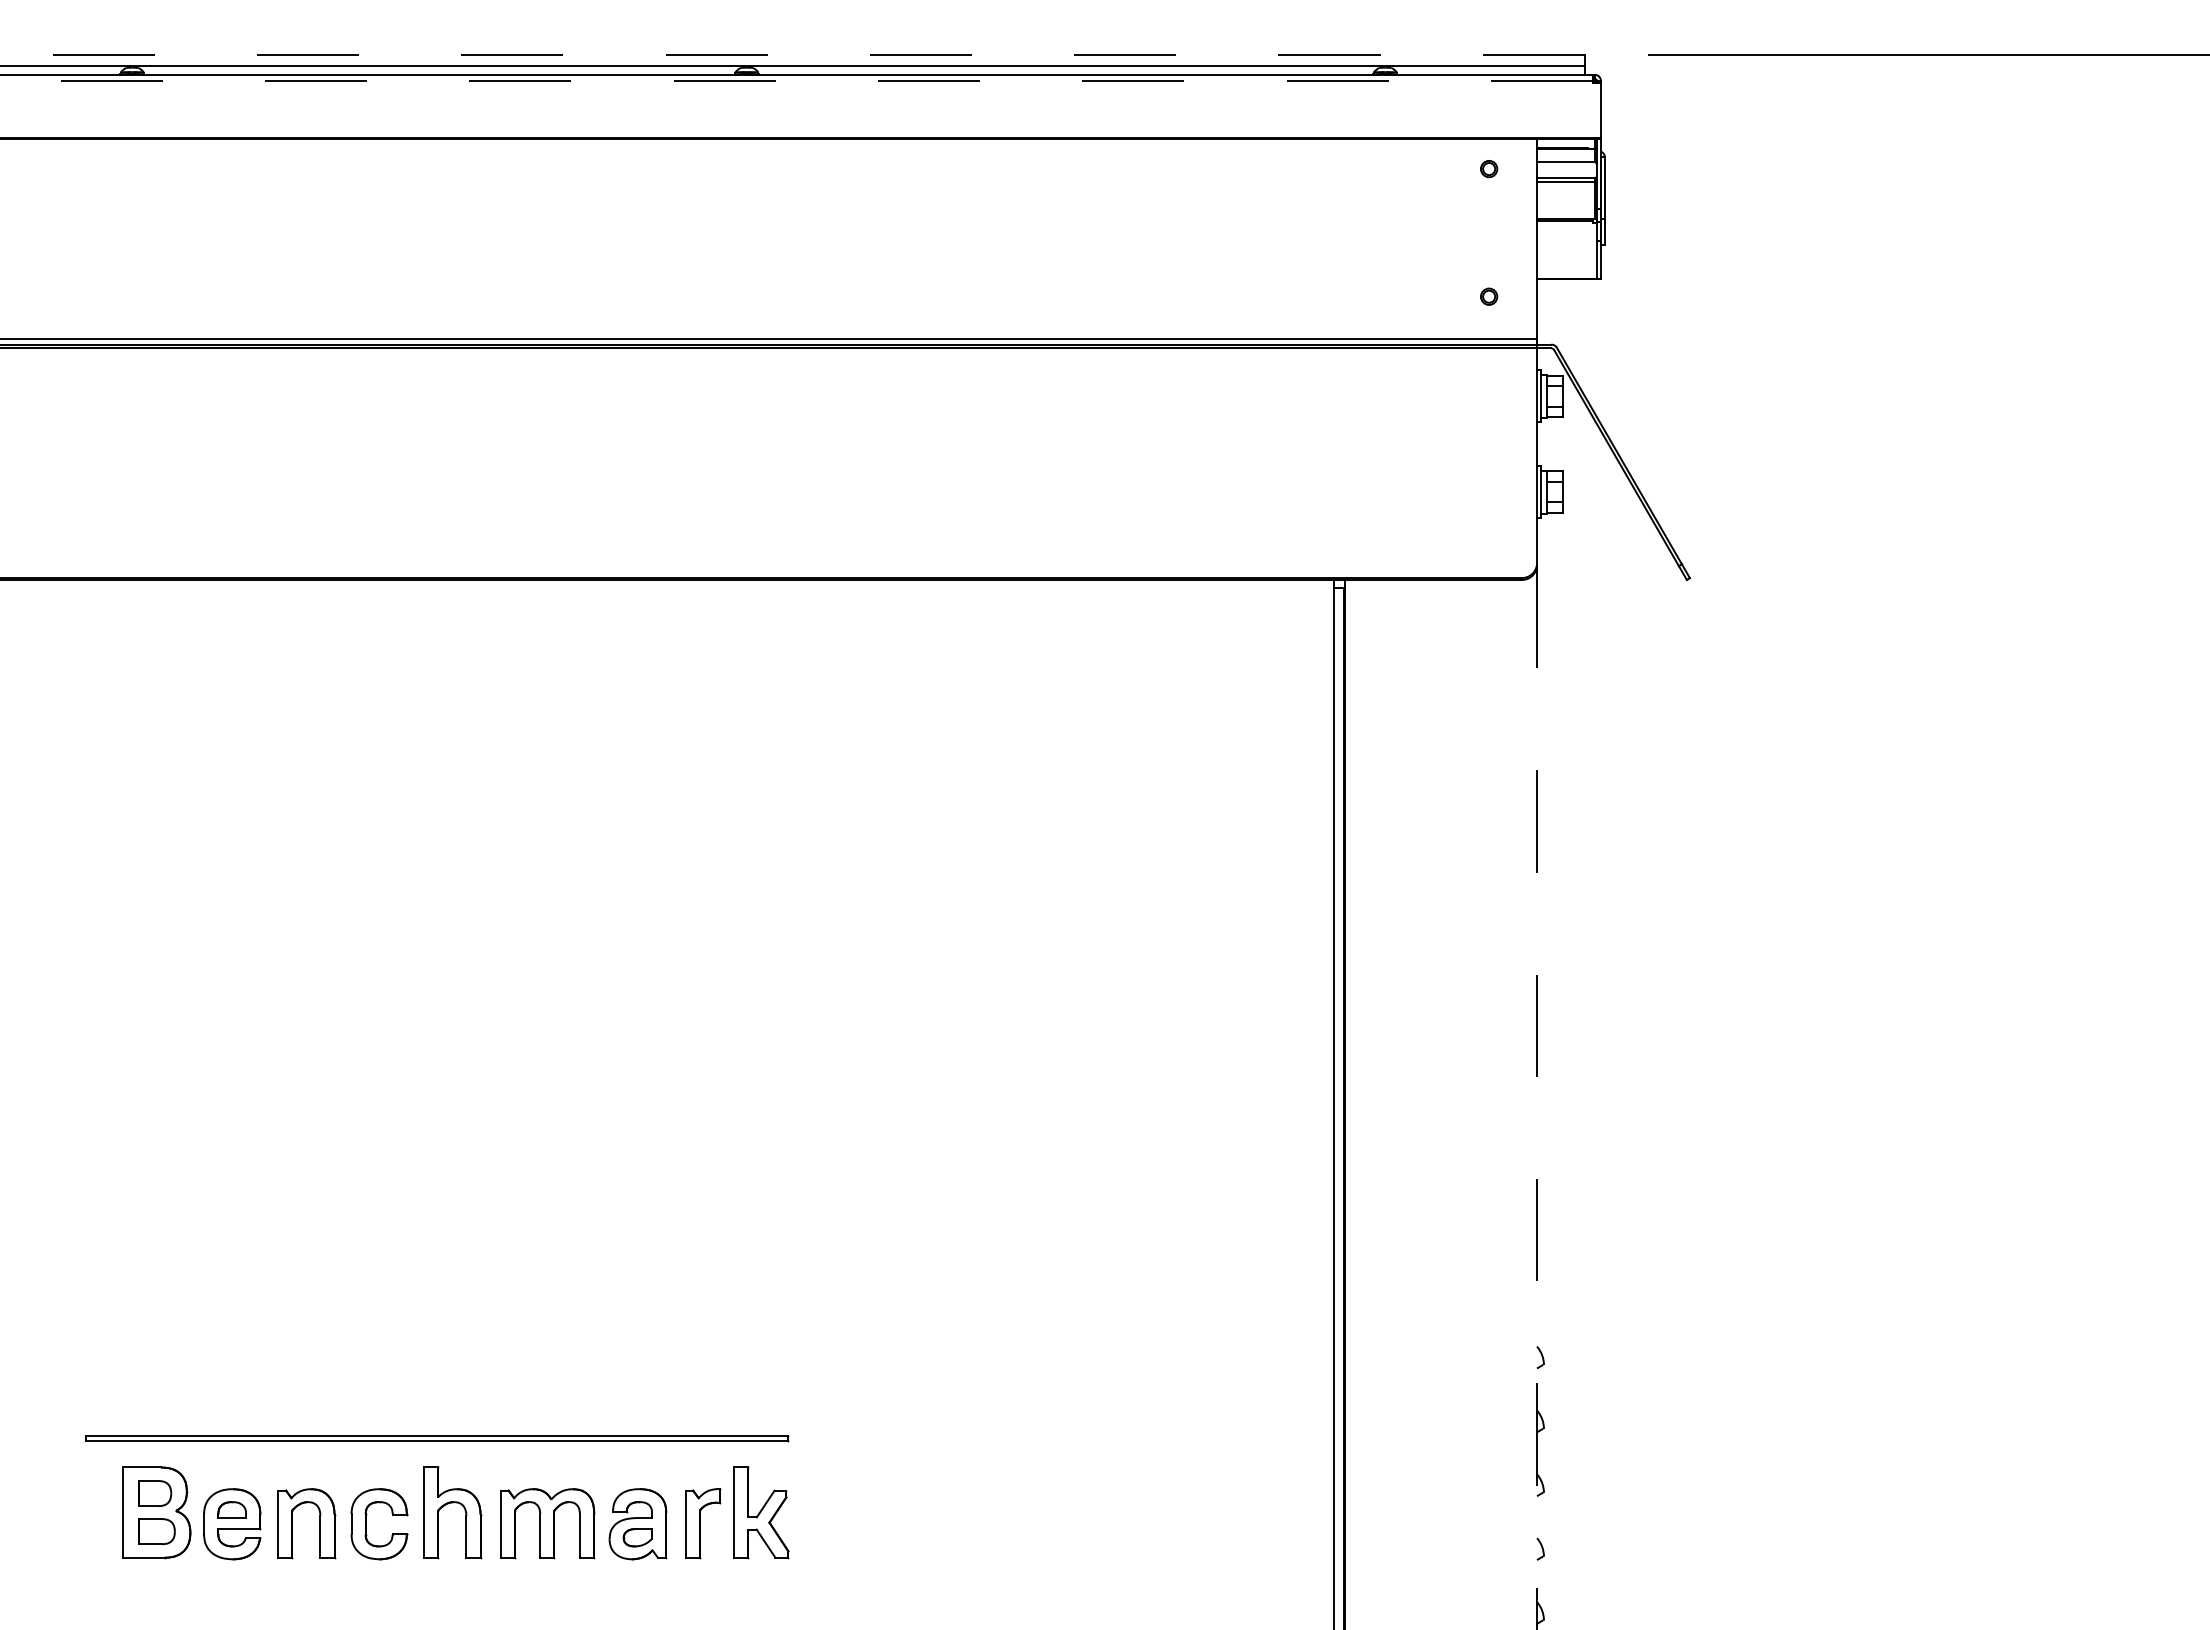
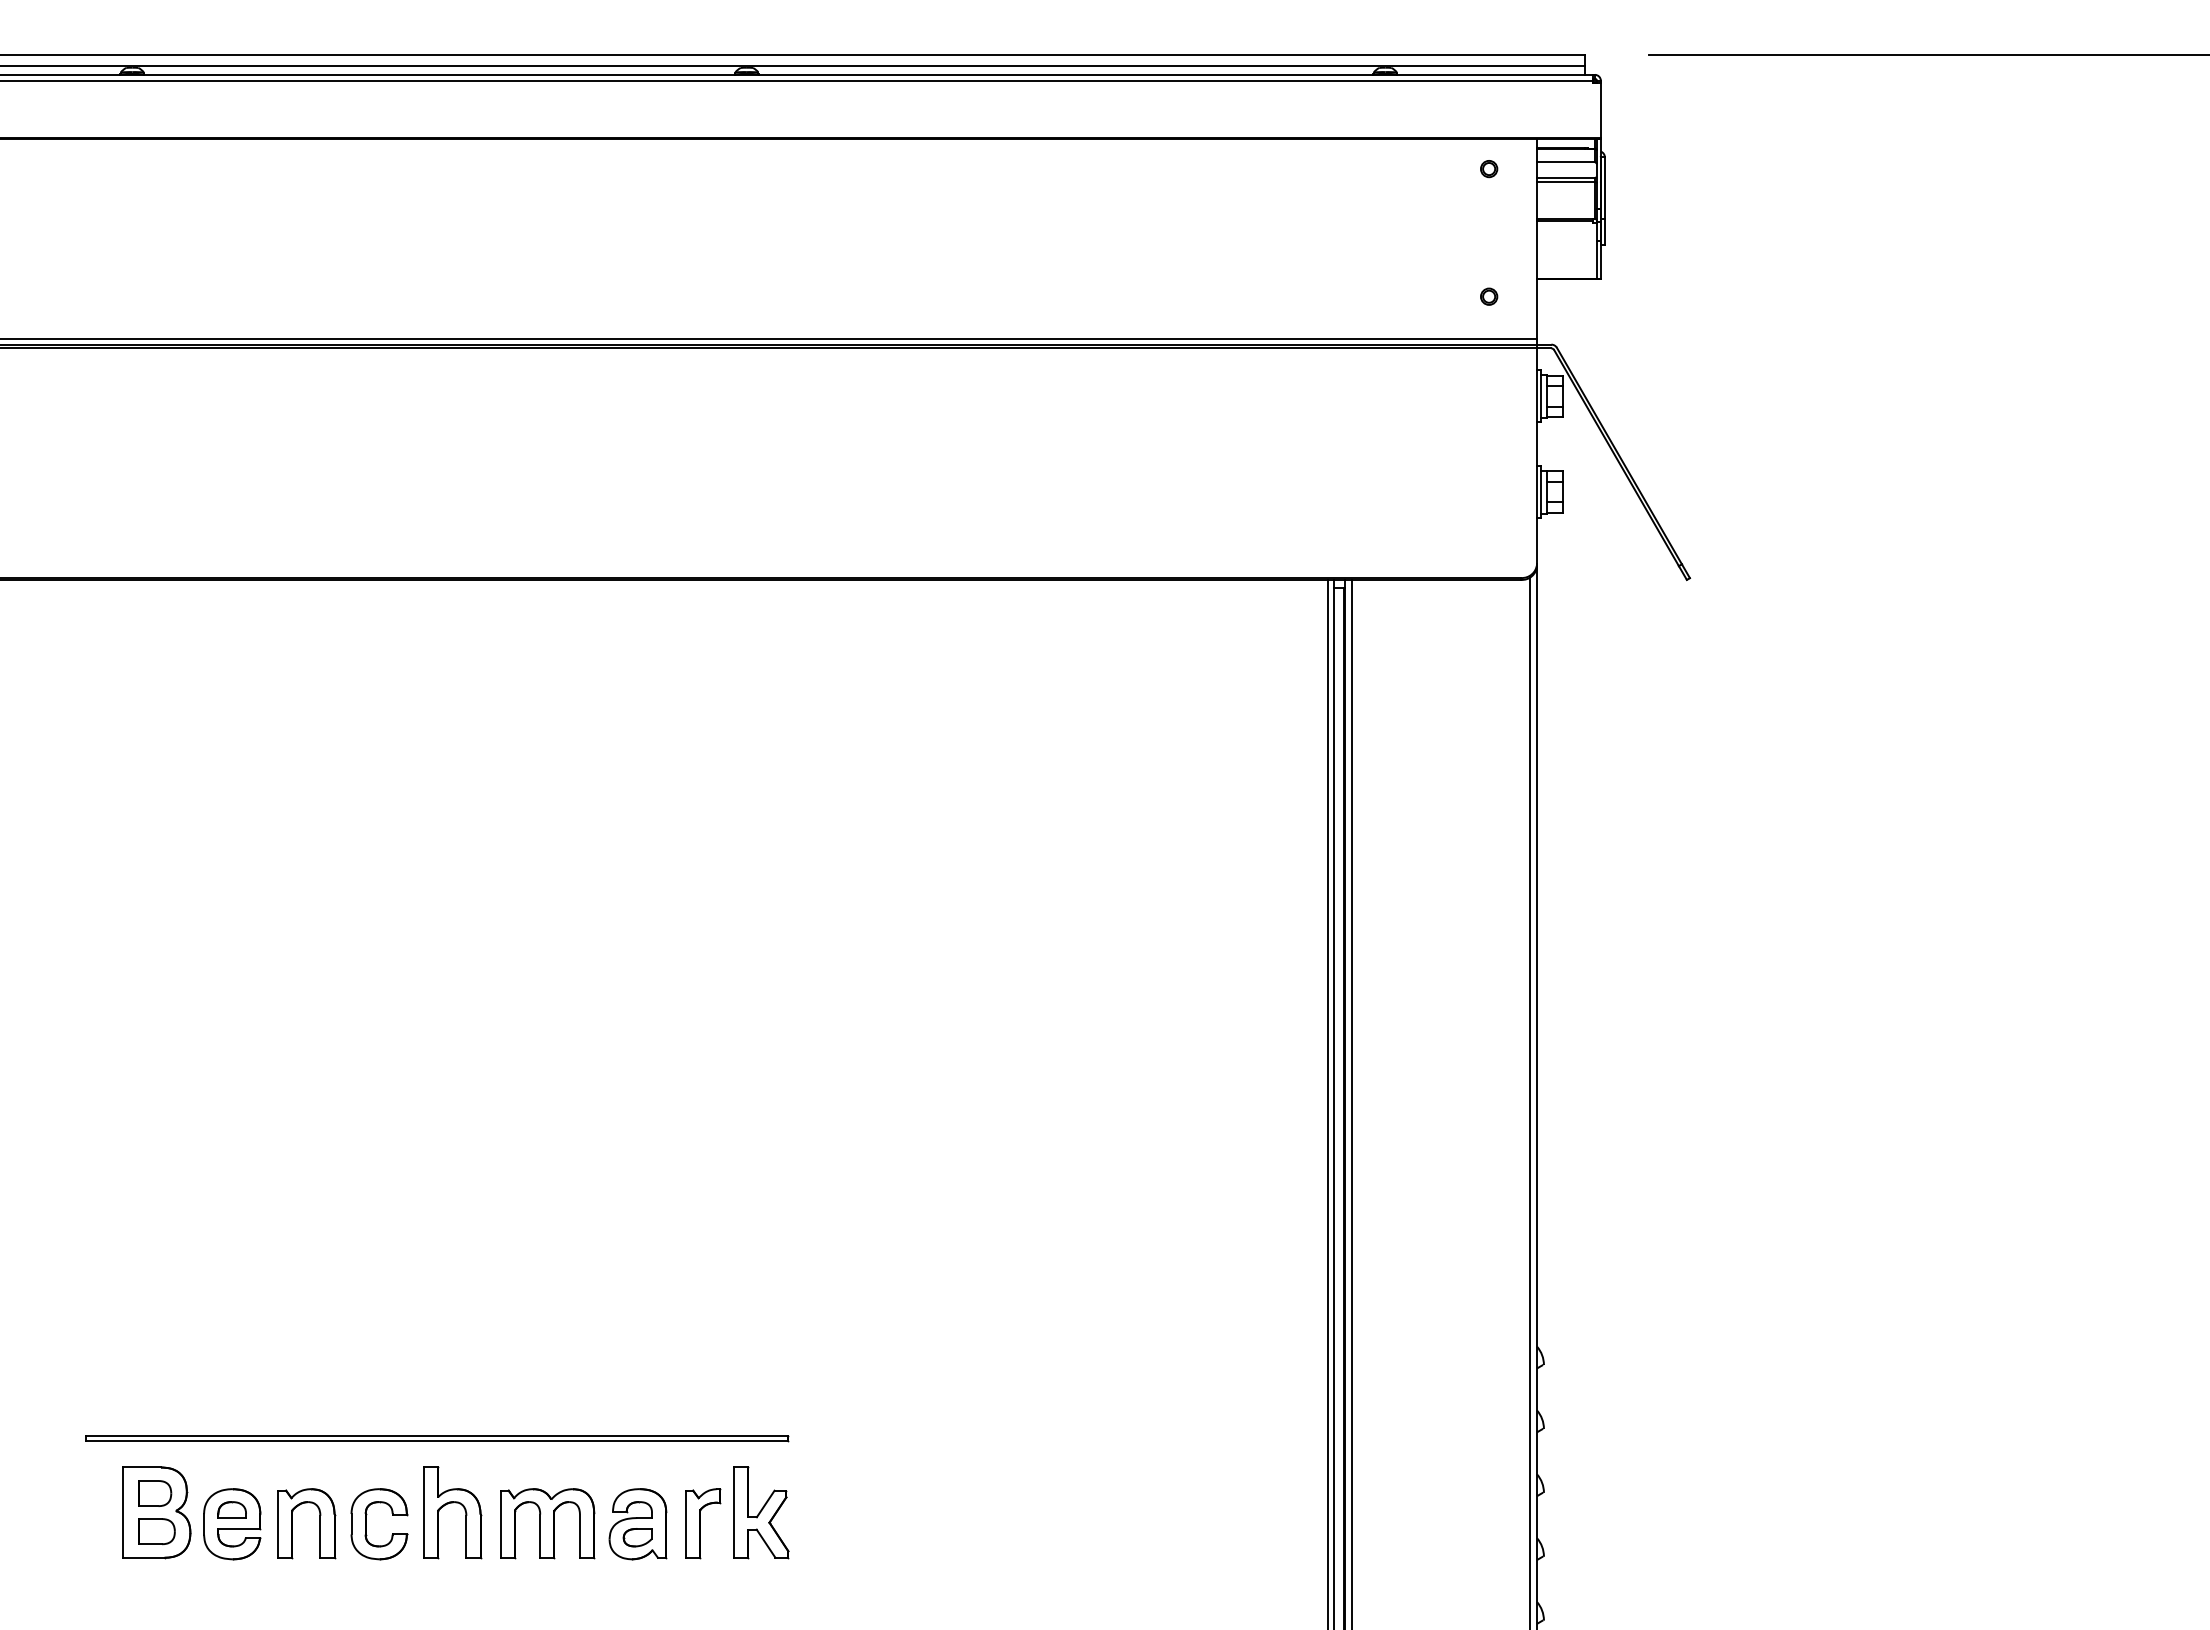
line at (792, 54): dashed -> solid
line at (796, 80): dashed -> solid
line at (1537, 1098): dashed -> solid
line at (1530, 1101): none -> present
line at (1327, 1102): none -> present
line at (1352, 1102): none -> present
